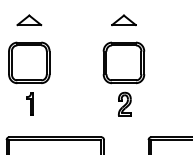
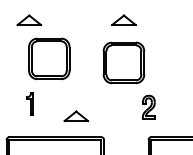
part at (29, 62) position: (29, 62) -> (49, 58)
part at (124, 103) position: (124, 103) -> (148, 106)
part at (76, 116): none -> present
